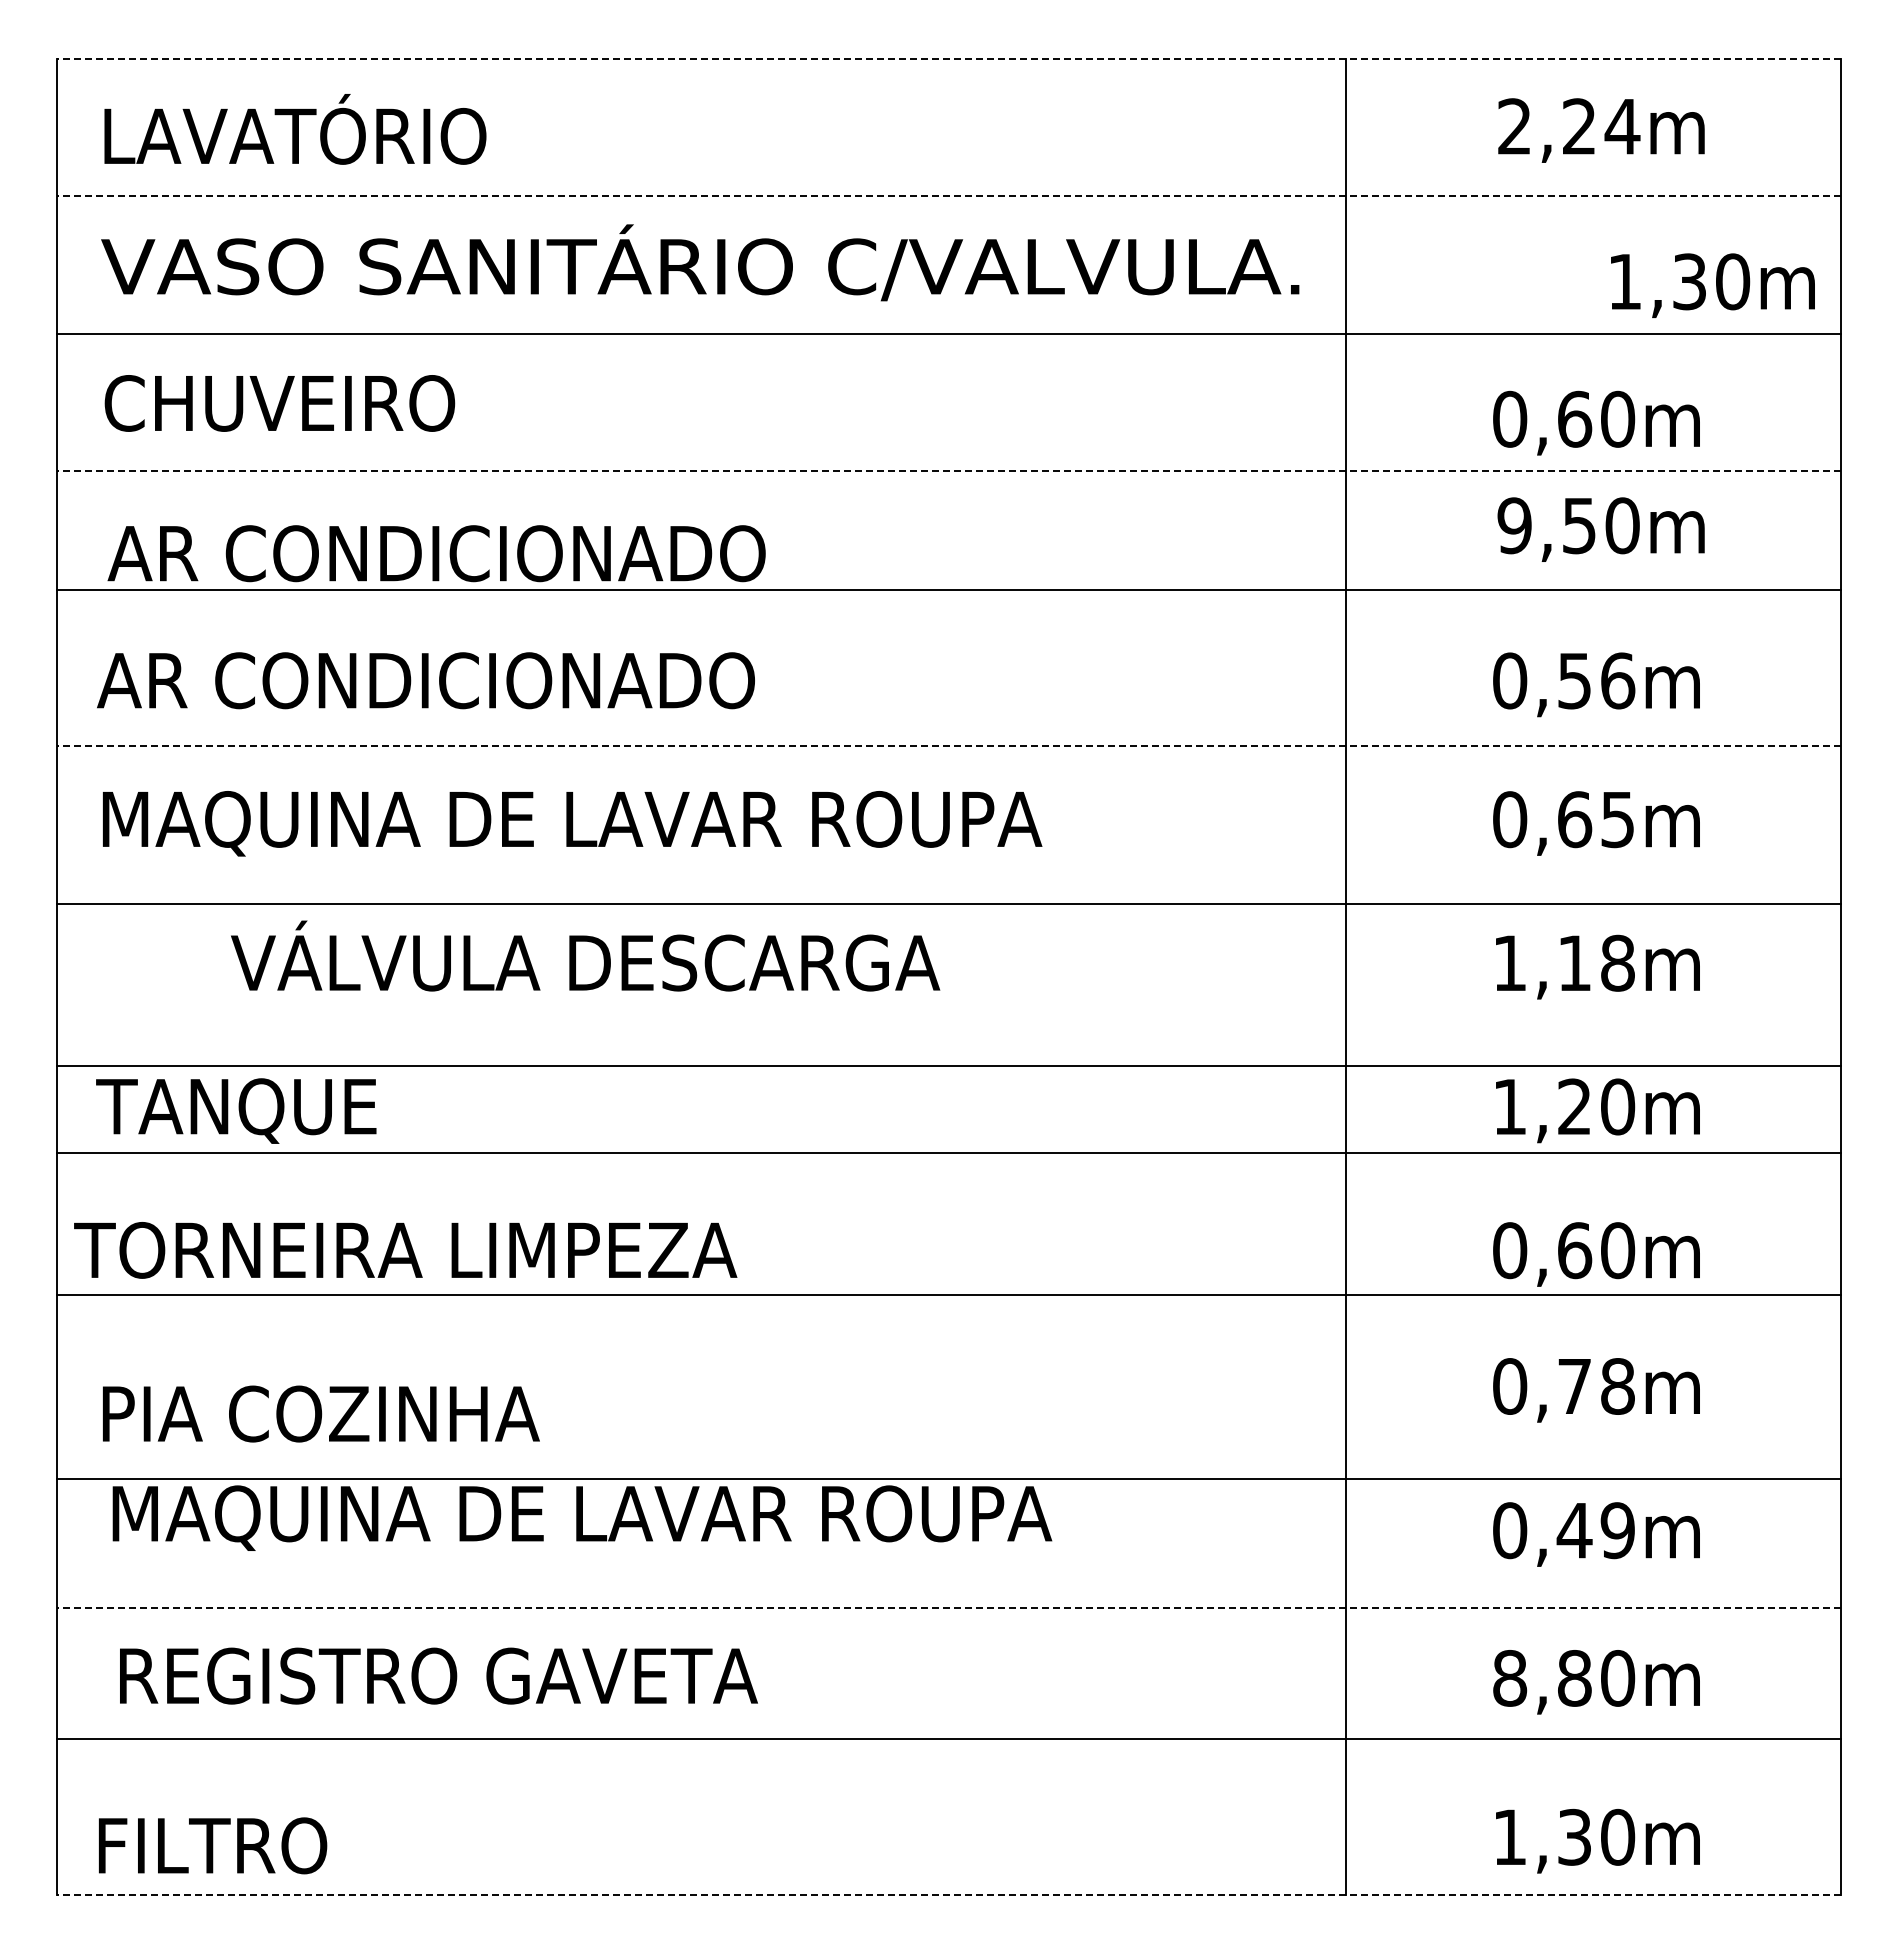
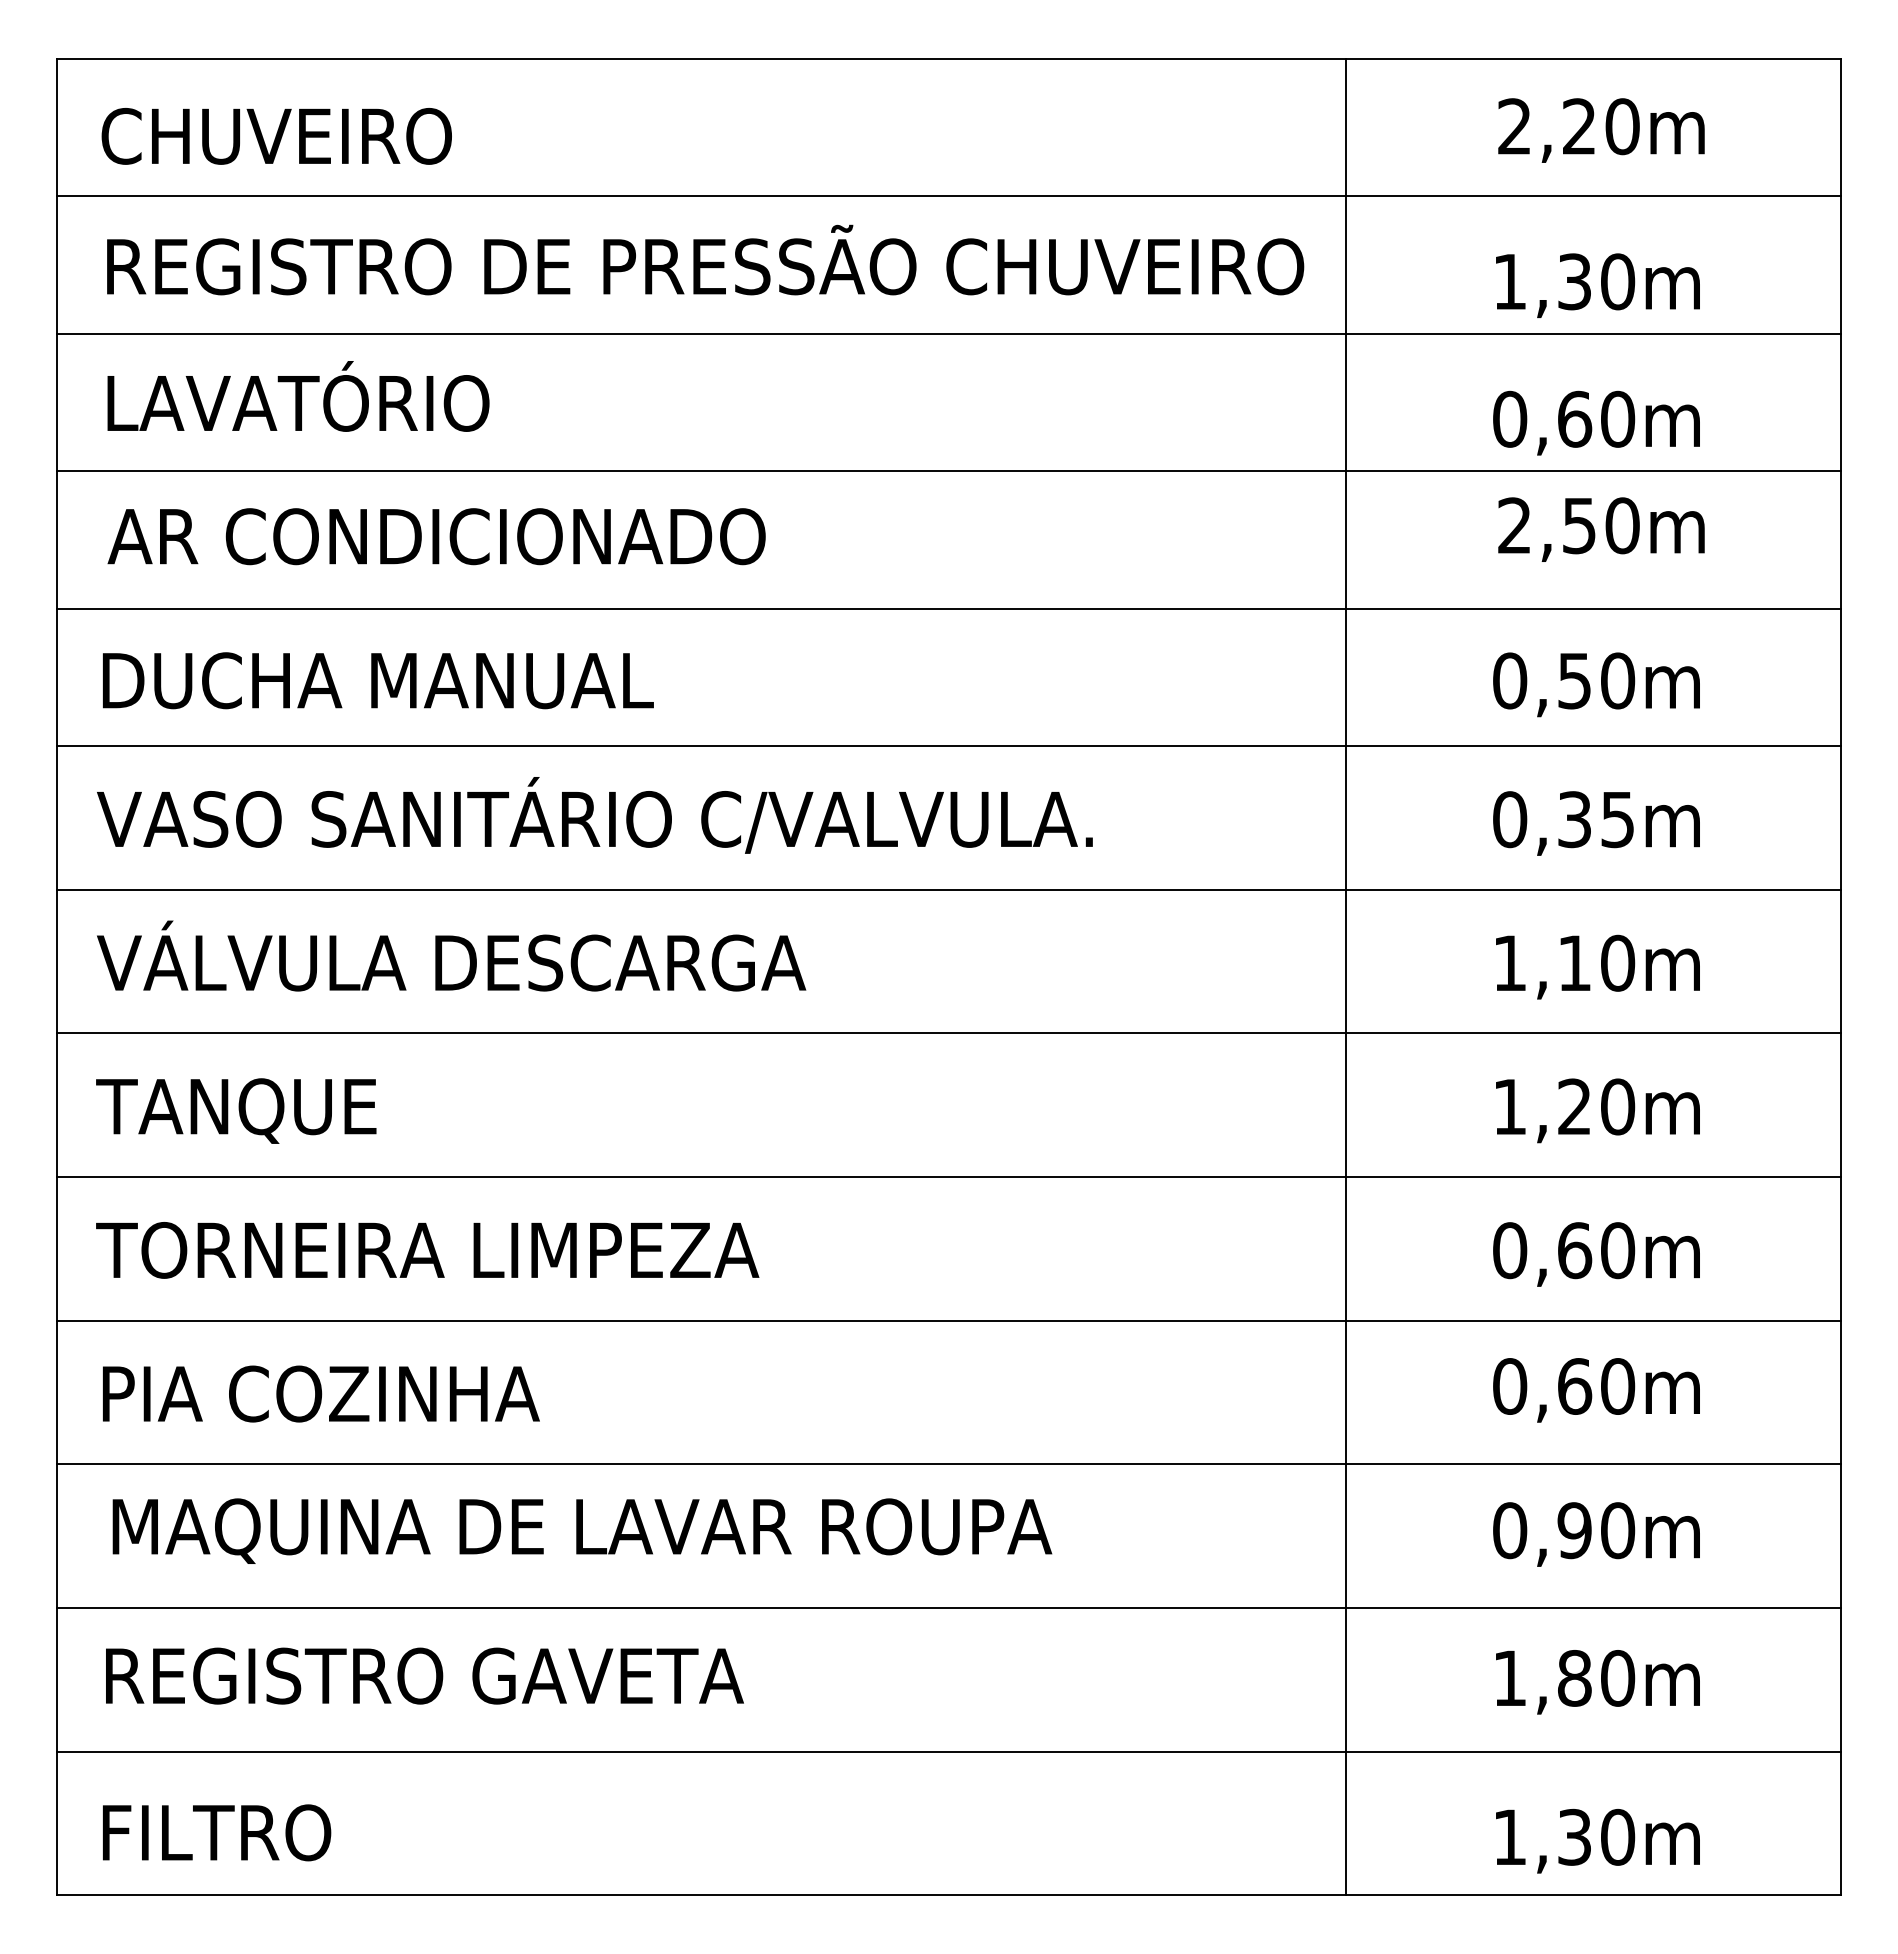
line at (948, 58): dashed -> solid
text at (1622, 126): 2,24m -> 2,20m
text at (293, 129): LAVATÓRIO -> CHUVEIRO
line at (948, 196): dashed -> solid
text at (702, 262): VASO SANITÁRIO C/VALVULA. -> REGISTRO DE PRESSÃO CHUVEIRO
text at (1712, 285) position: (1712, 285) -> (1597, 285)
text at (296, 396): CHUVEIRO -> LAVATÓRIO
line at (948, 471): dashed -> solid
text at (1514, 525): 9,50m -> 2,50m
text at (436, 553) position: (436, 553) -> (436, 536)
line at (948, 589) position: (948, 589) -> (948, 608)
text at (425, 680): AR CONDICIONADO -> DUCHA MANUAL
text at (1618, 680): 0,56m -> 0,50m
line at (948, 746): dashed -> solid
text at (594, 816): MAQUINA DE LAVAR ROUPA -> VASO SANITÁRIO C/VALVULA.
text at (1575, 819): 0,65m -> 0,35m
line at (948, 903) position: (948, 903) -> (948, 889)
text at (585, 955) position: (585, 955) -> (451, 955)
text at (1618, 963): 1,18m -> 1,10m
line at (948, 1066) position: (948, 1066) -> (948, 1033)
line at (948, 1153) position: (948, 1153) -> (948, 1177)
text at (405, 1250) position: (405, 1250) -> (427, 1250)
line at (948, 1294) position: (948, 1294) -> (948, 1320)
text at (1596, 1386): 0,78m -> 0,60m
text at (321, 1413) position: (321, 1413) -> (321, 1393)
line at (948, 1479) position: (948, 1479) -> (948, 1464)
text at (582, 1517) position: (582, 1517) -> (582, 1530)
text at (1595, 1530): 0,49m -> 0,90m
line at (948, 1608): dashed -> solid
text at (438, 1675) position: (438, 1675) -> (424, 1675)
text at (1510, 1678): 8,80m -> 1,80m
line at (948, 1738) position: (948, 1738) -> (948, 1751)
text at (213, 1845) position: (213, 1845) -> (217, 1832)
line at (948, 1895): dashed -> solid
